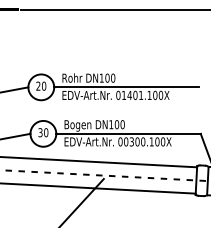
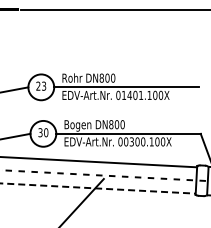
text at (101, 77): DN100 -> DN800
text at (44, 85): 20 -> 23
text at (111, 124): DN100 -> DN800
line at (98, 188): solid -> dashed
